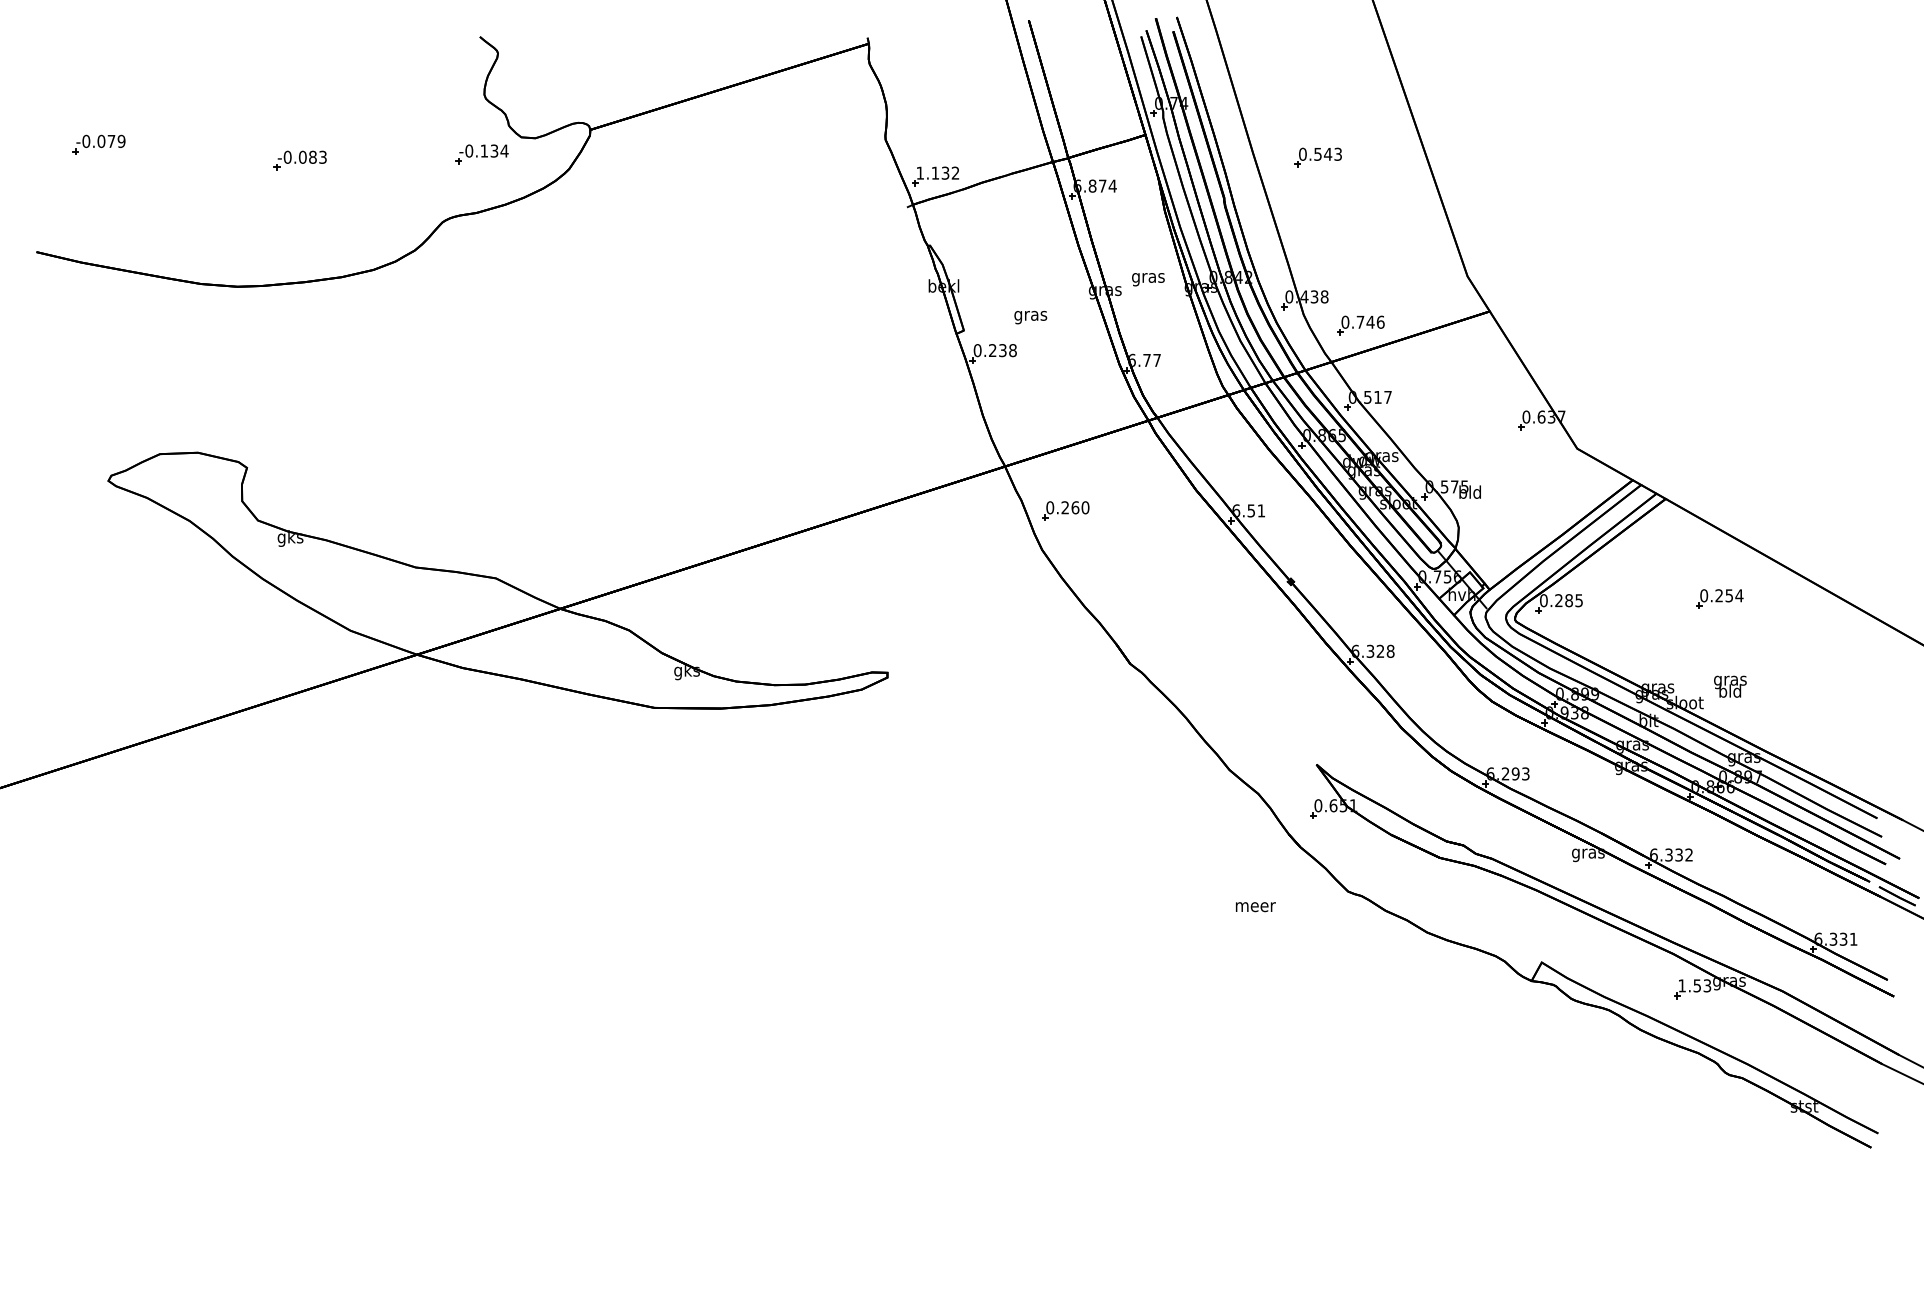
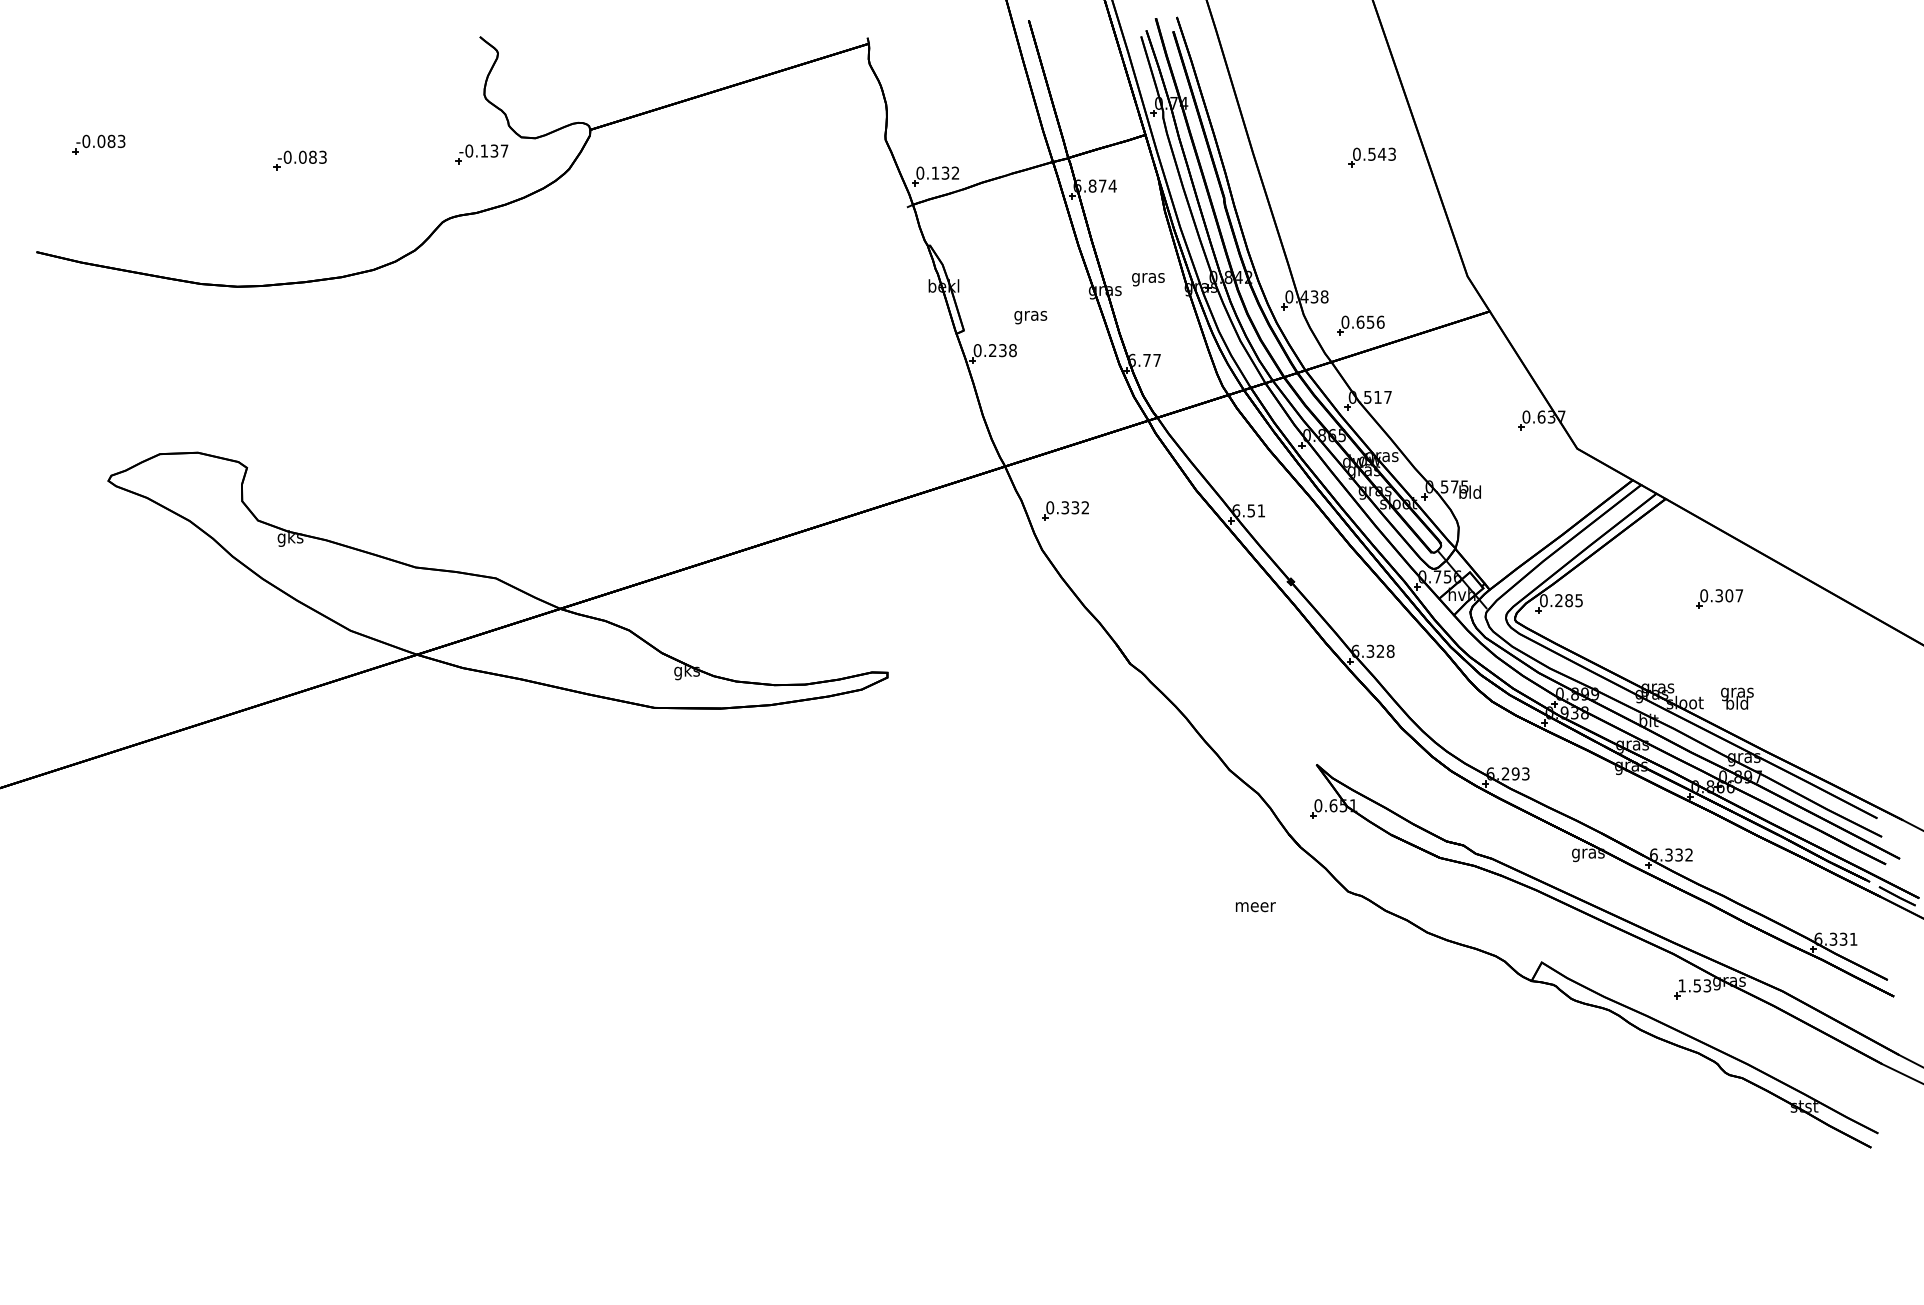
text at (116, 141): -0.079 -> -0.083
text at (504, 150): -0.134 -> -0.137
part at (1317, 157) position: (1317, 157) -> (1371, 157)
text at (920, 172): 1.132 -> 0.132
text at (1365, 321): 0.746 -> 0.656
text at (1075, 507): 0.260 -> 0.332
text at (1729, 595): 0.254 -> 0.307
text at (1730, 686) position: (1730, 686) -> (1737, 698)
